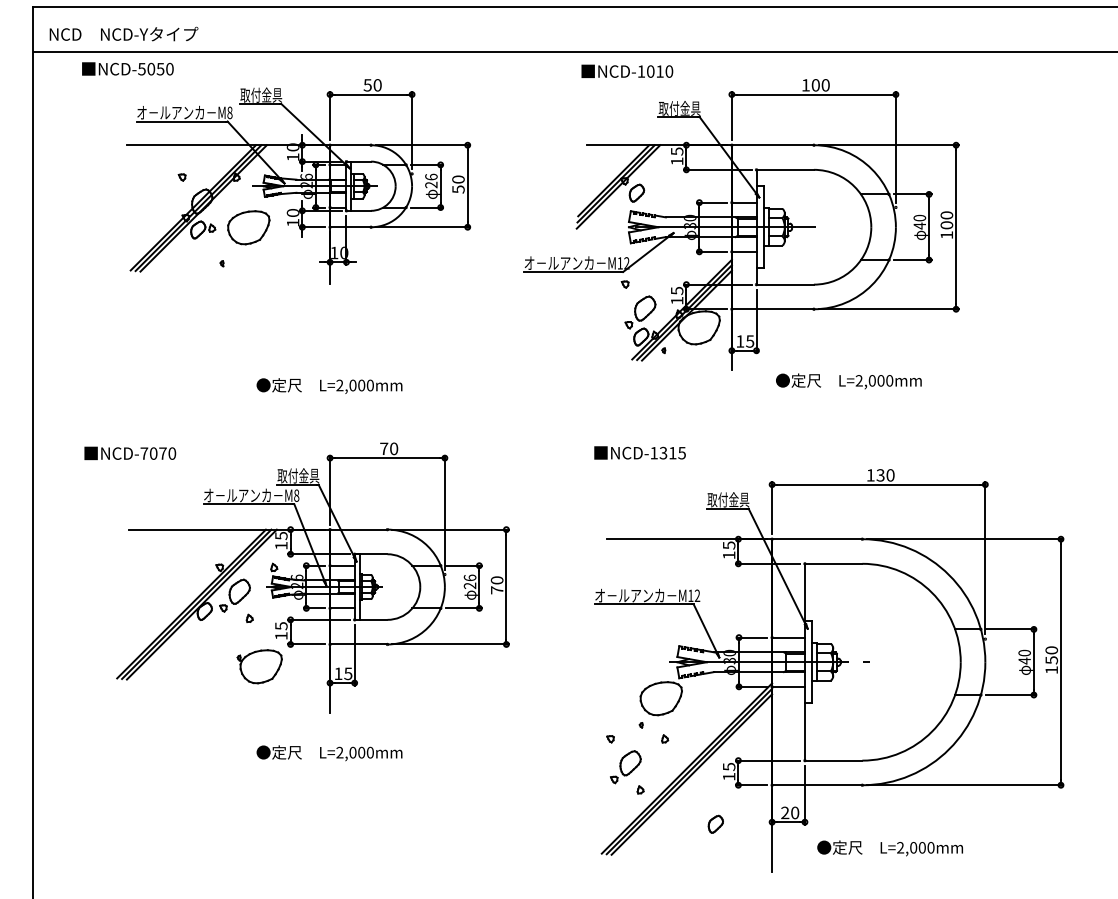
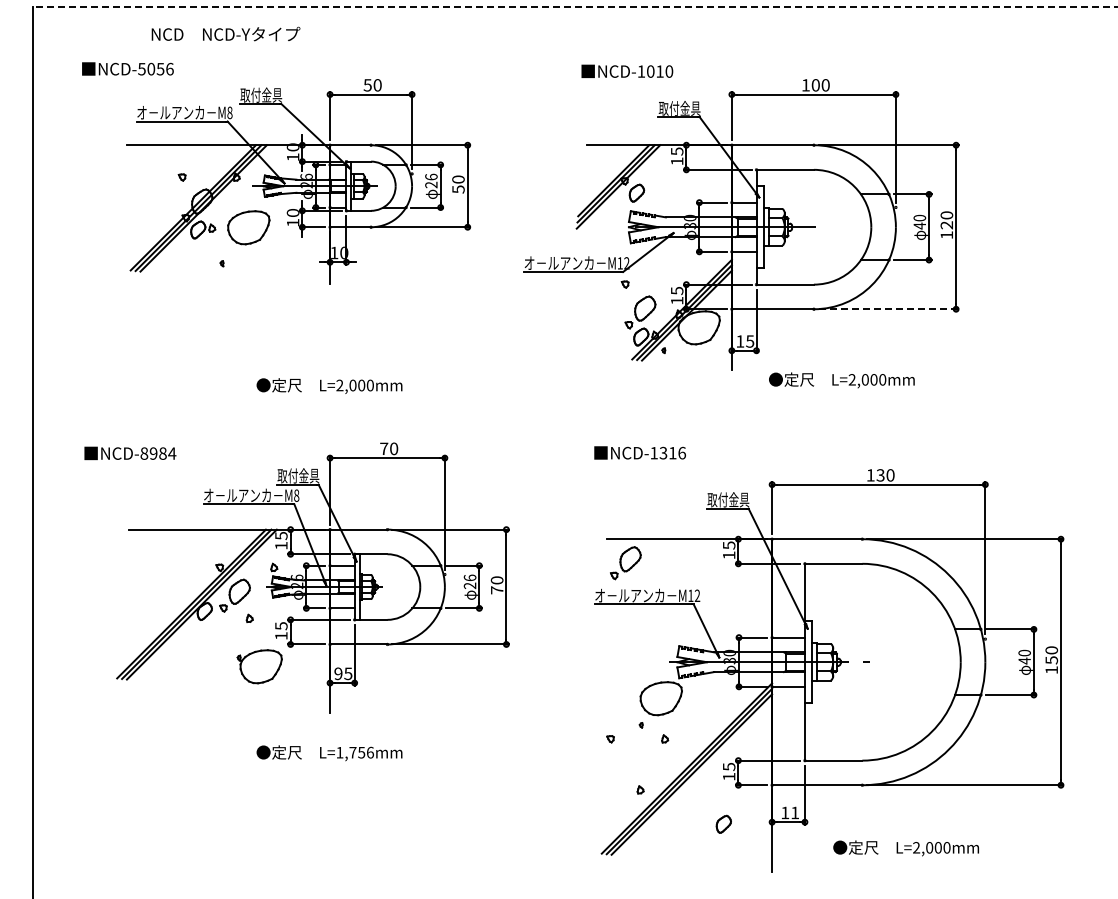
line at (574, 6): solid -> dashed
text at (123, 33) position: (123, 33) -> (225, 33)
line at (573, 52): present -> none
text at (169, 69): NCD-5050 -> NCD-5056
text at (946, 225): 100 -> 120
line at (888, 309): solid -> dashed
text at (848, 381) position: (848, 381) -> (841, 380)
text at (682, 452): NCD-1315 -> NCD-1316
text at (158, 453): NCD-7070 -> NCD-8984
text at (338, 673): 15 -> 95
text at (354, 752): L=2,000mm -> L=1,756mm
part at (625, 767) position: (625, 767) -> (625, 563)
text at (790, 812): 20 -> 11
part at (715, 823) position: (715, 823) -> (723, 823)
text at (889, 848) position: (889, 848) -> (905, 848)
